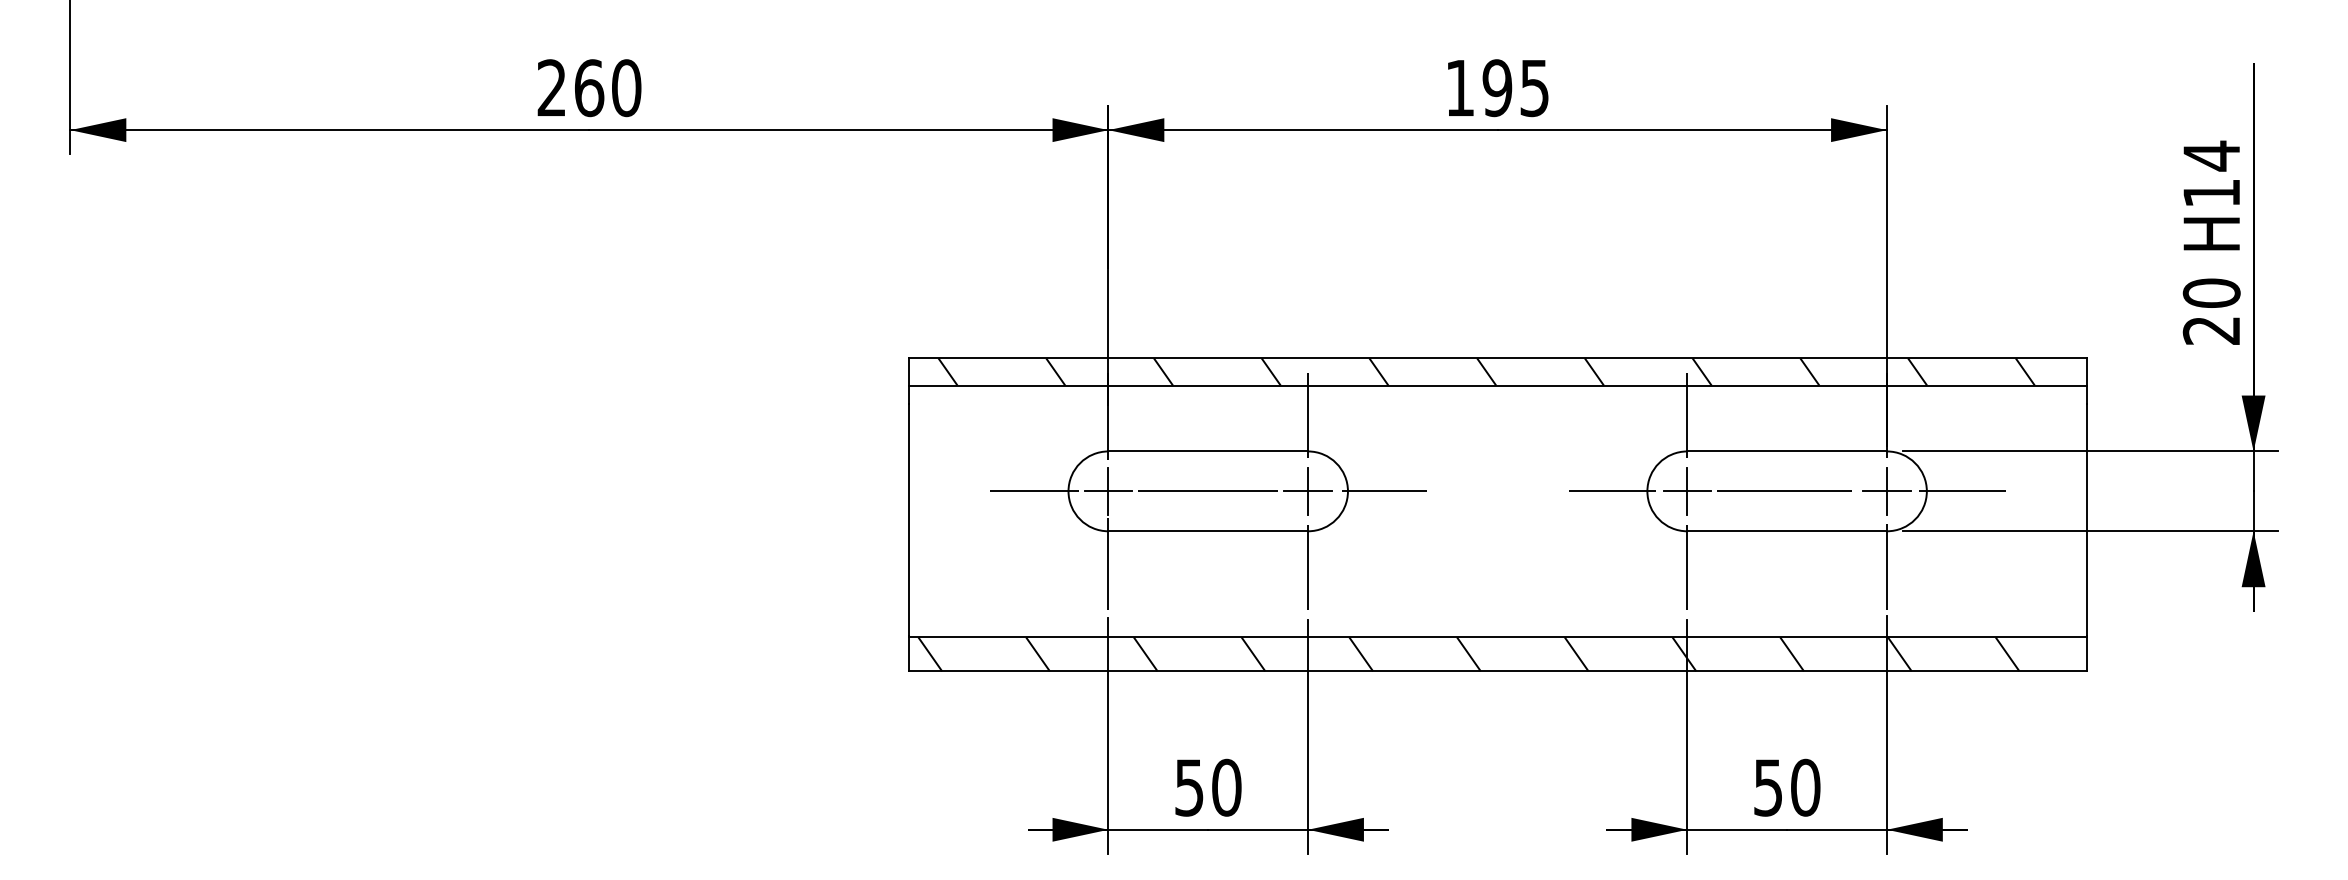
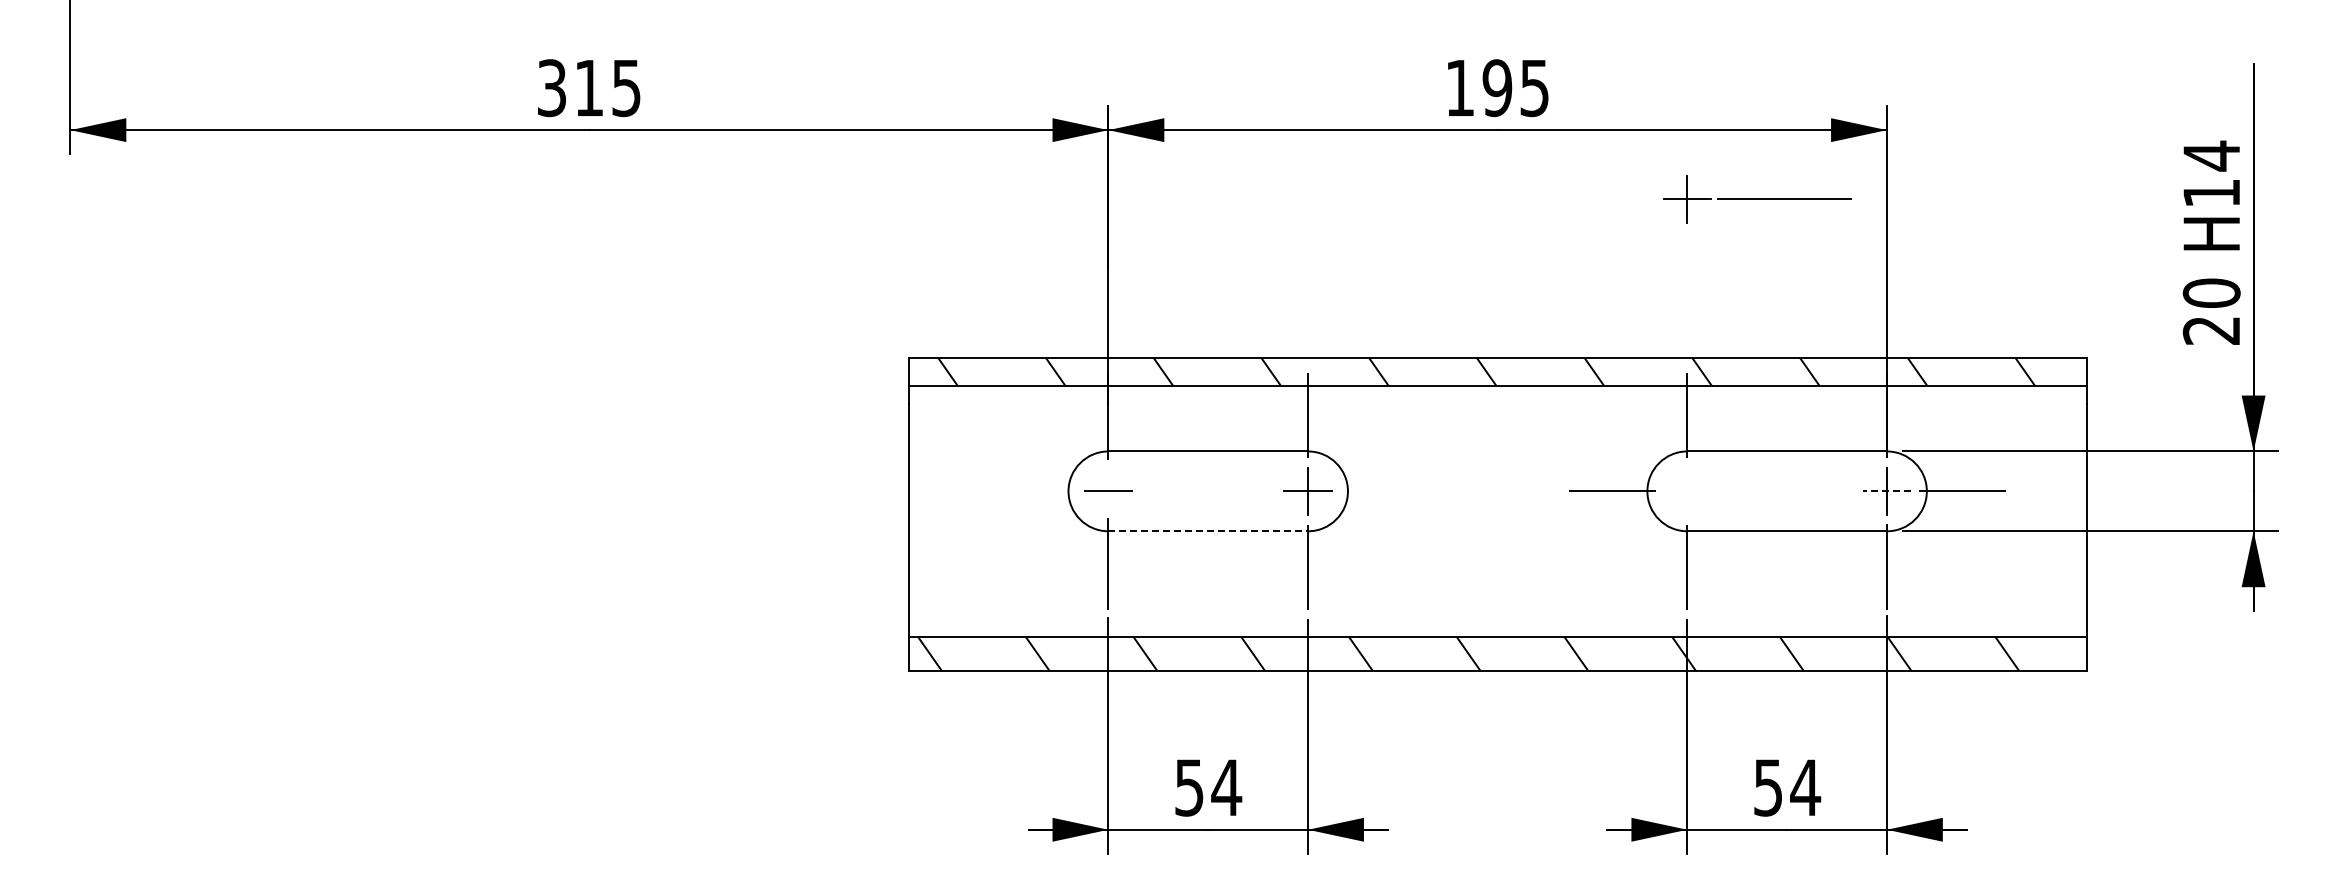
text at (589, 88): 260 -> 315
line at (1034, 491): present -> none
line at (1108, 491): present -> none
line at (1207, 491): present -> none
line at (1384, 491): present -> none
part at (1757, 491) position: (1757, 491) -> (1757, 199)
line at (1886, 491): solid -> dashed
line at (1208, 531): solid -> dashed
text at (1226, 787): 50 -> 54
text at (1805, 787): 50 -> 54
